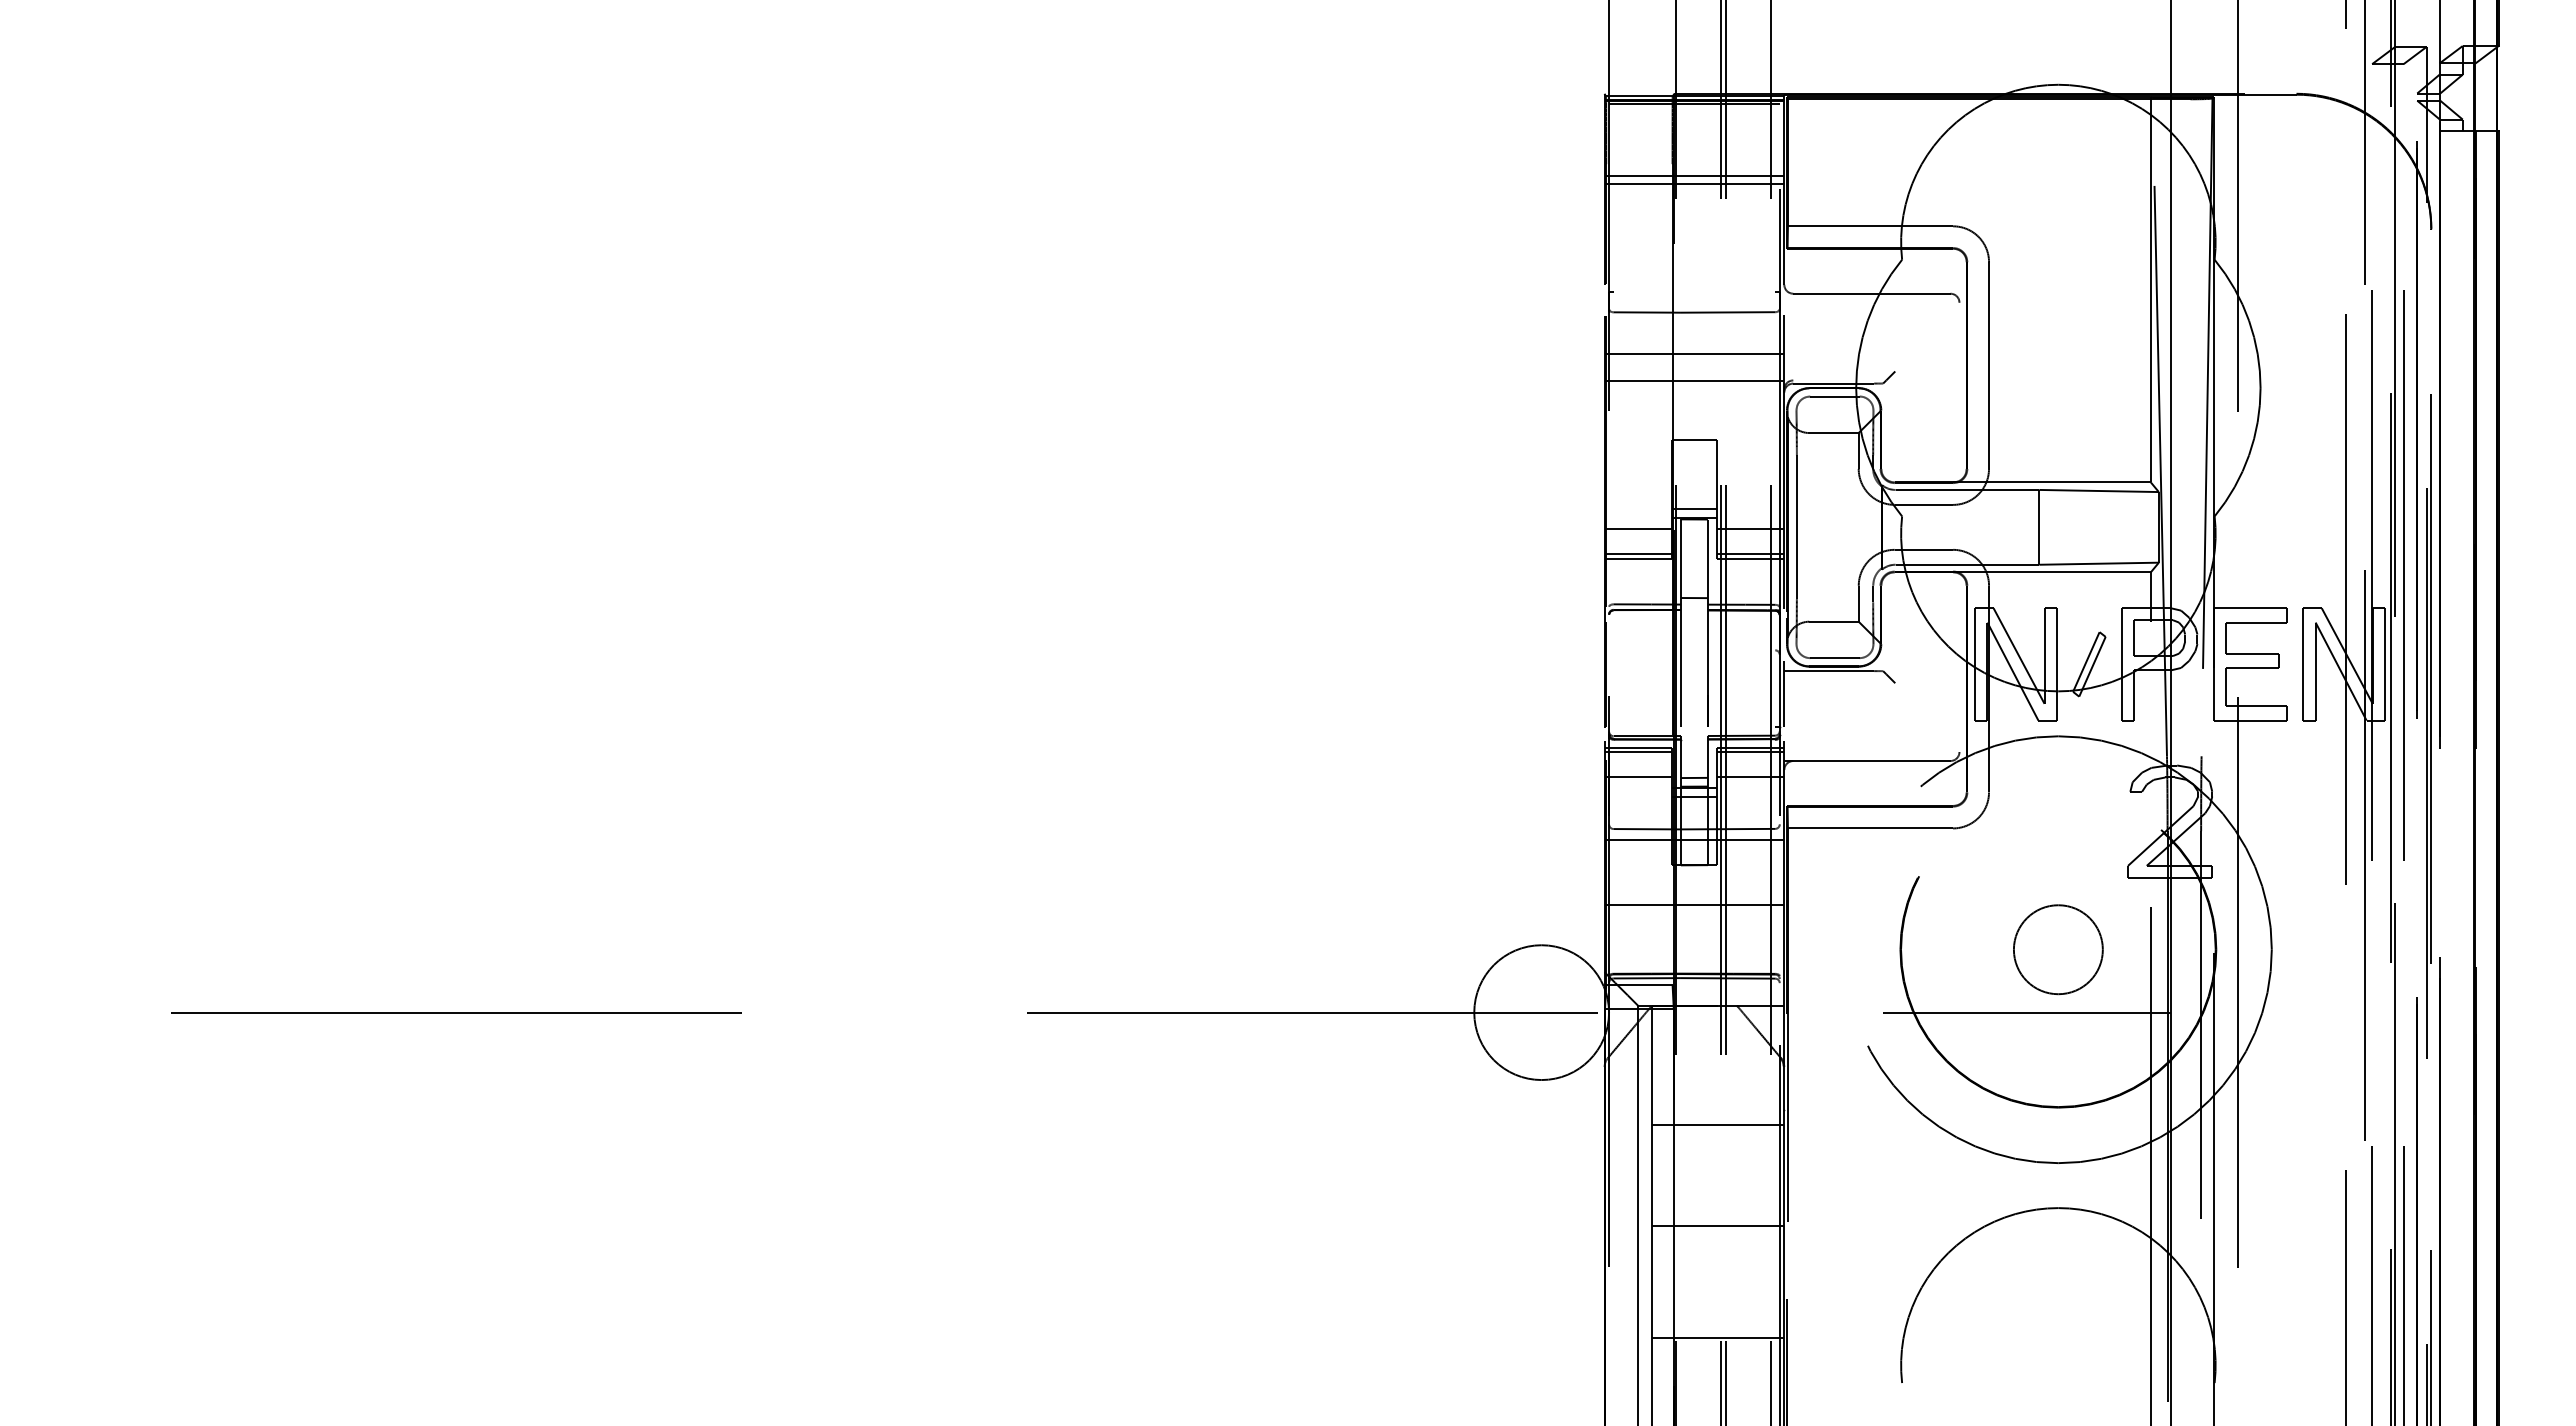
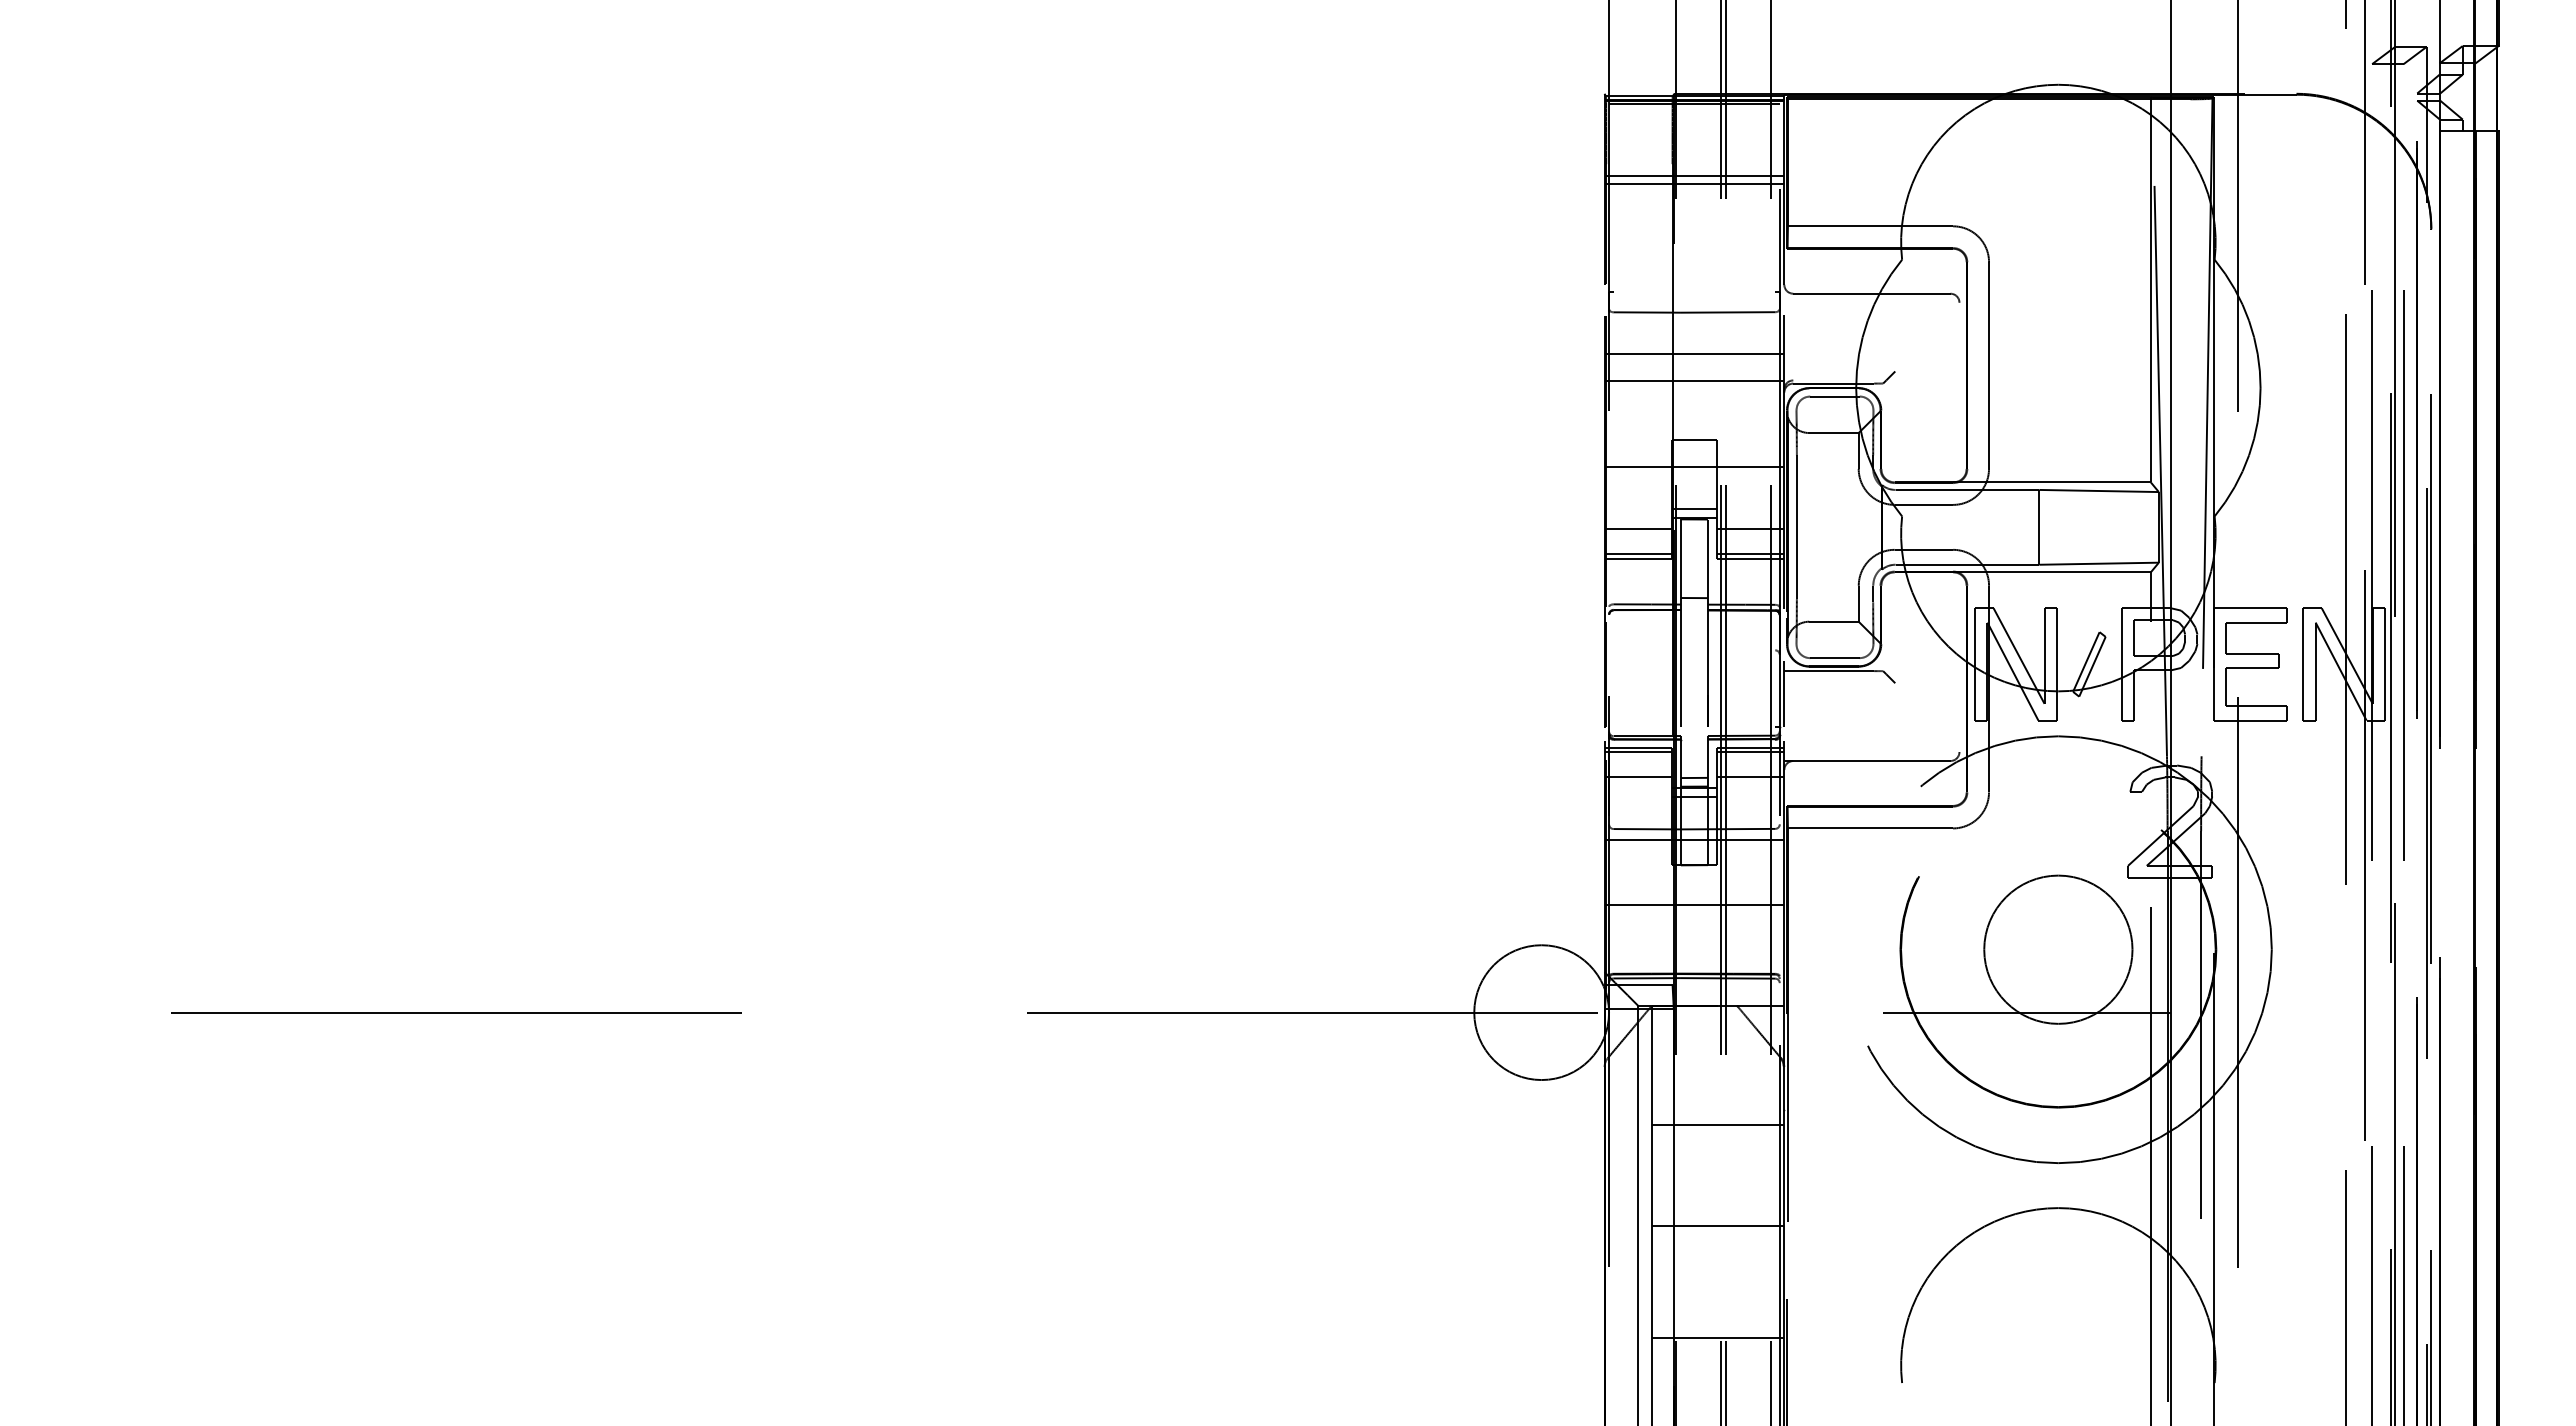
line at (1694, 466): none -> present
circle at (2057, 949) diameter: 89 px -> 148 px
